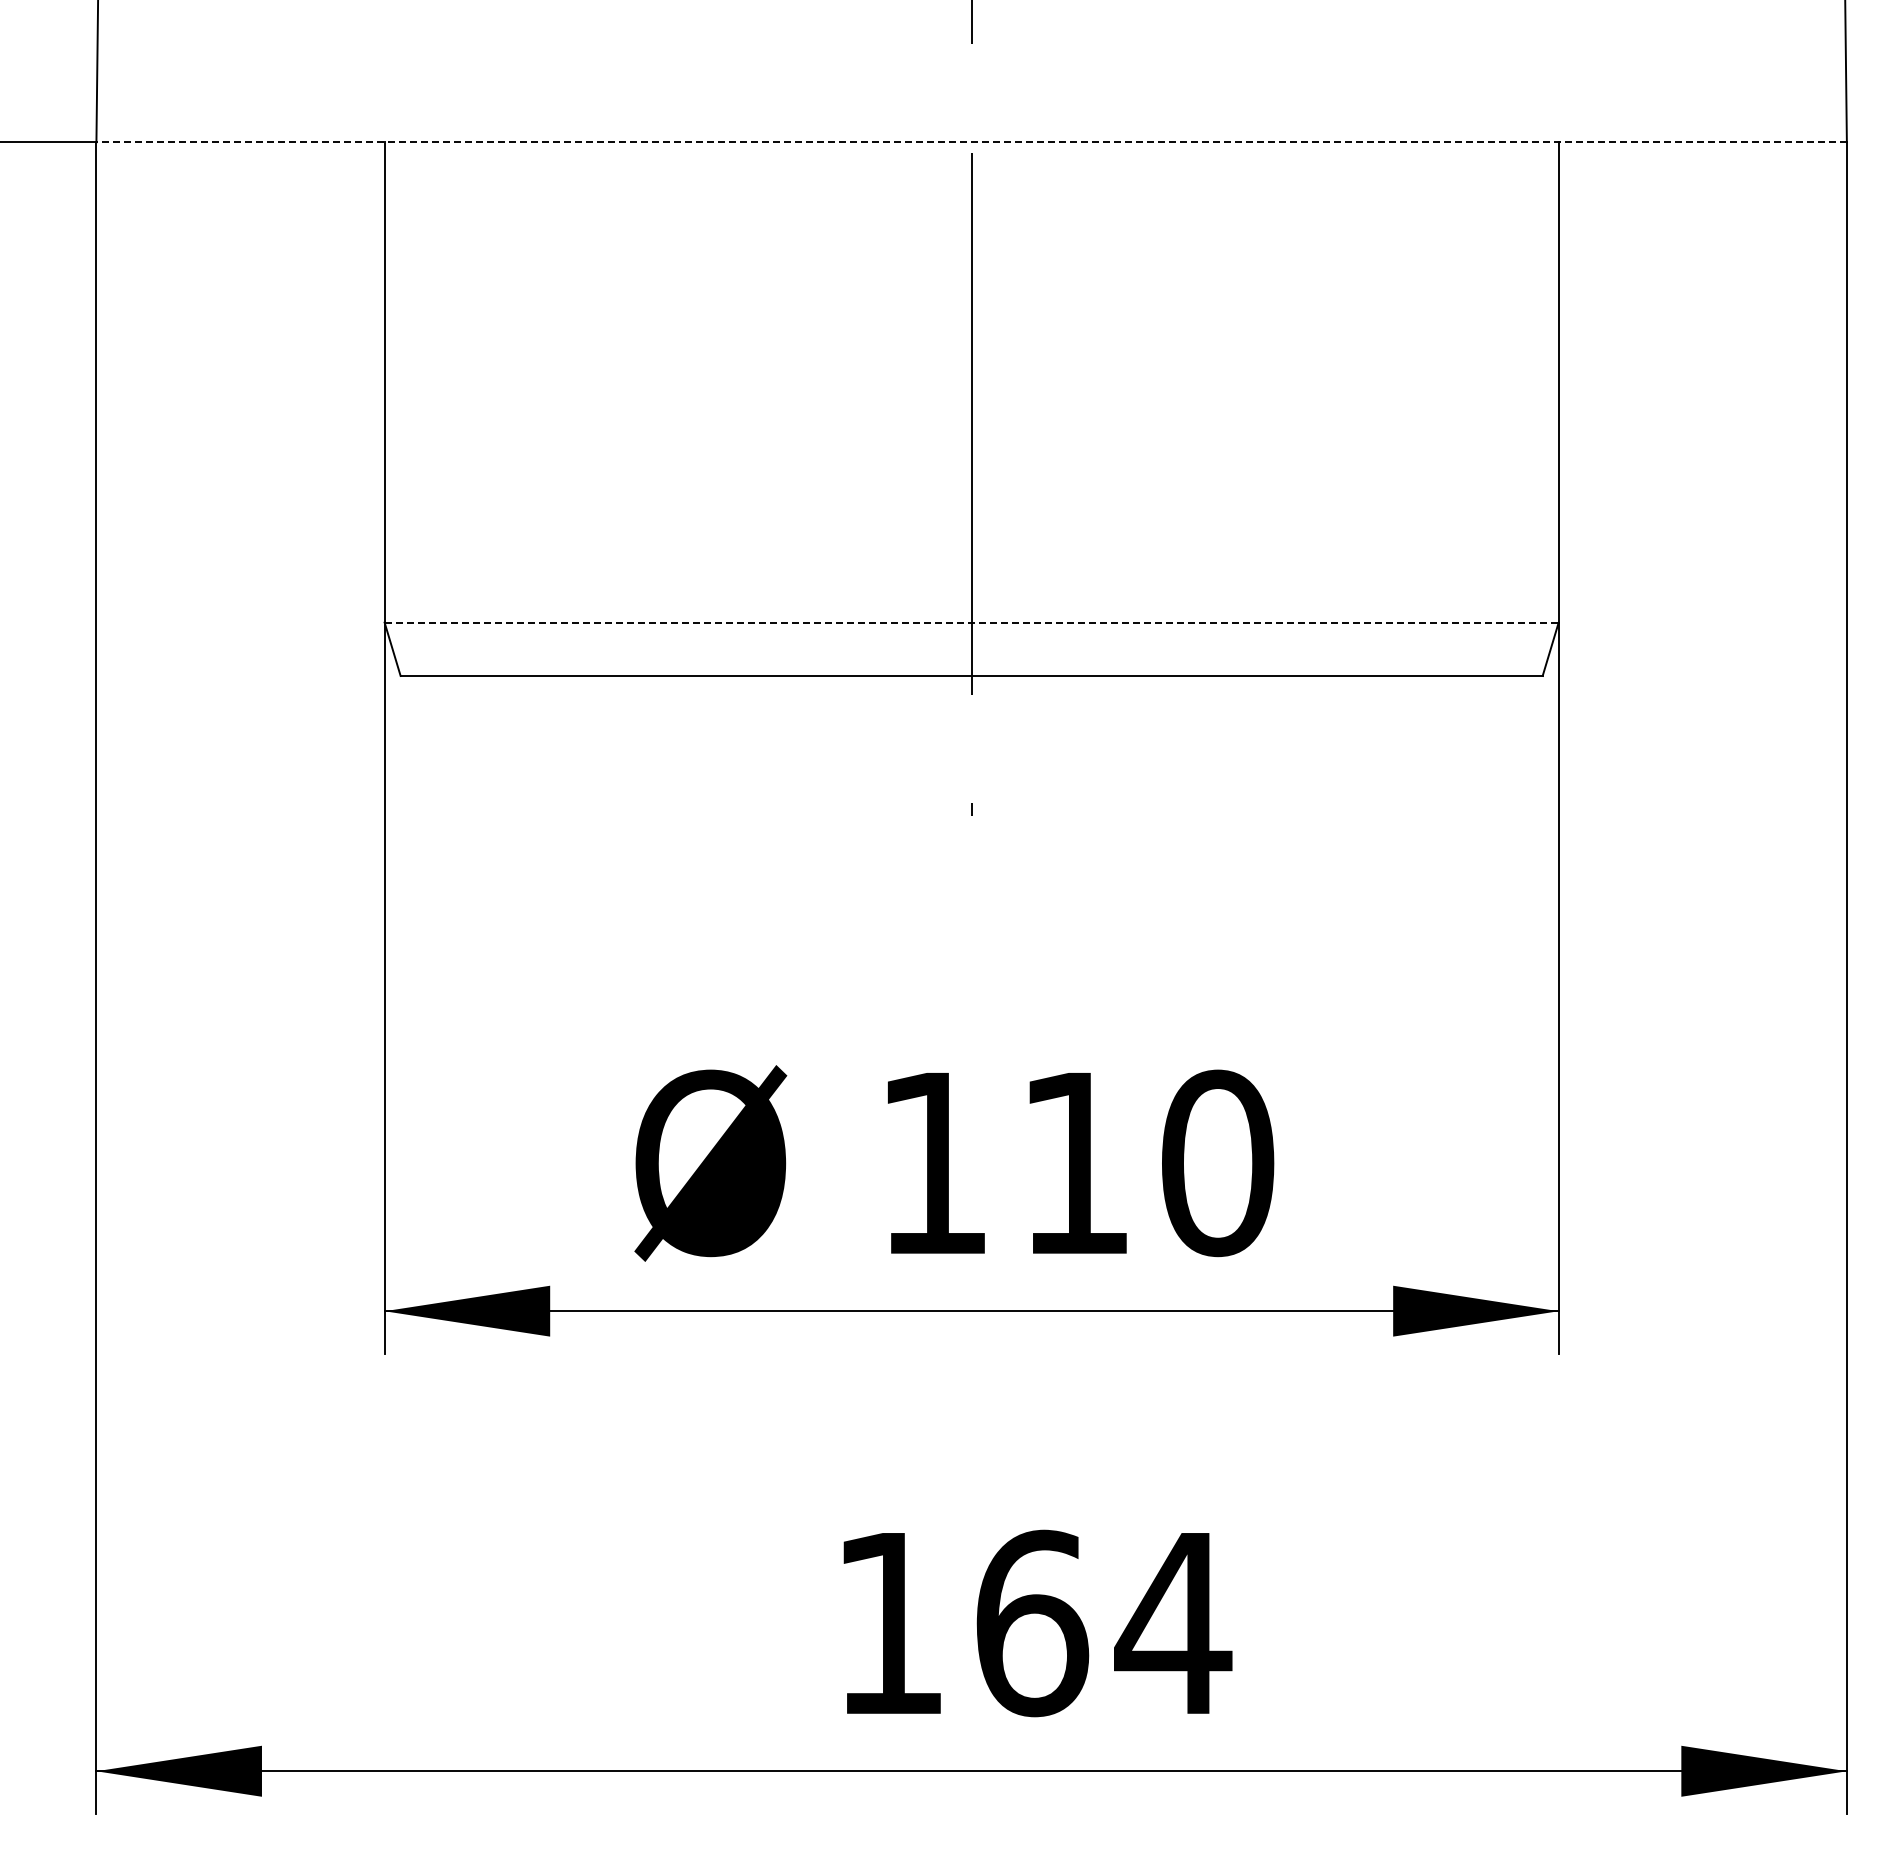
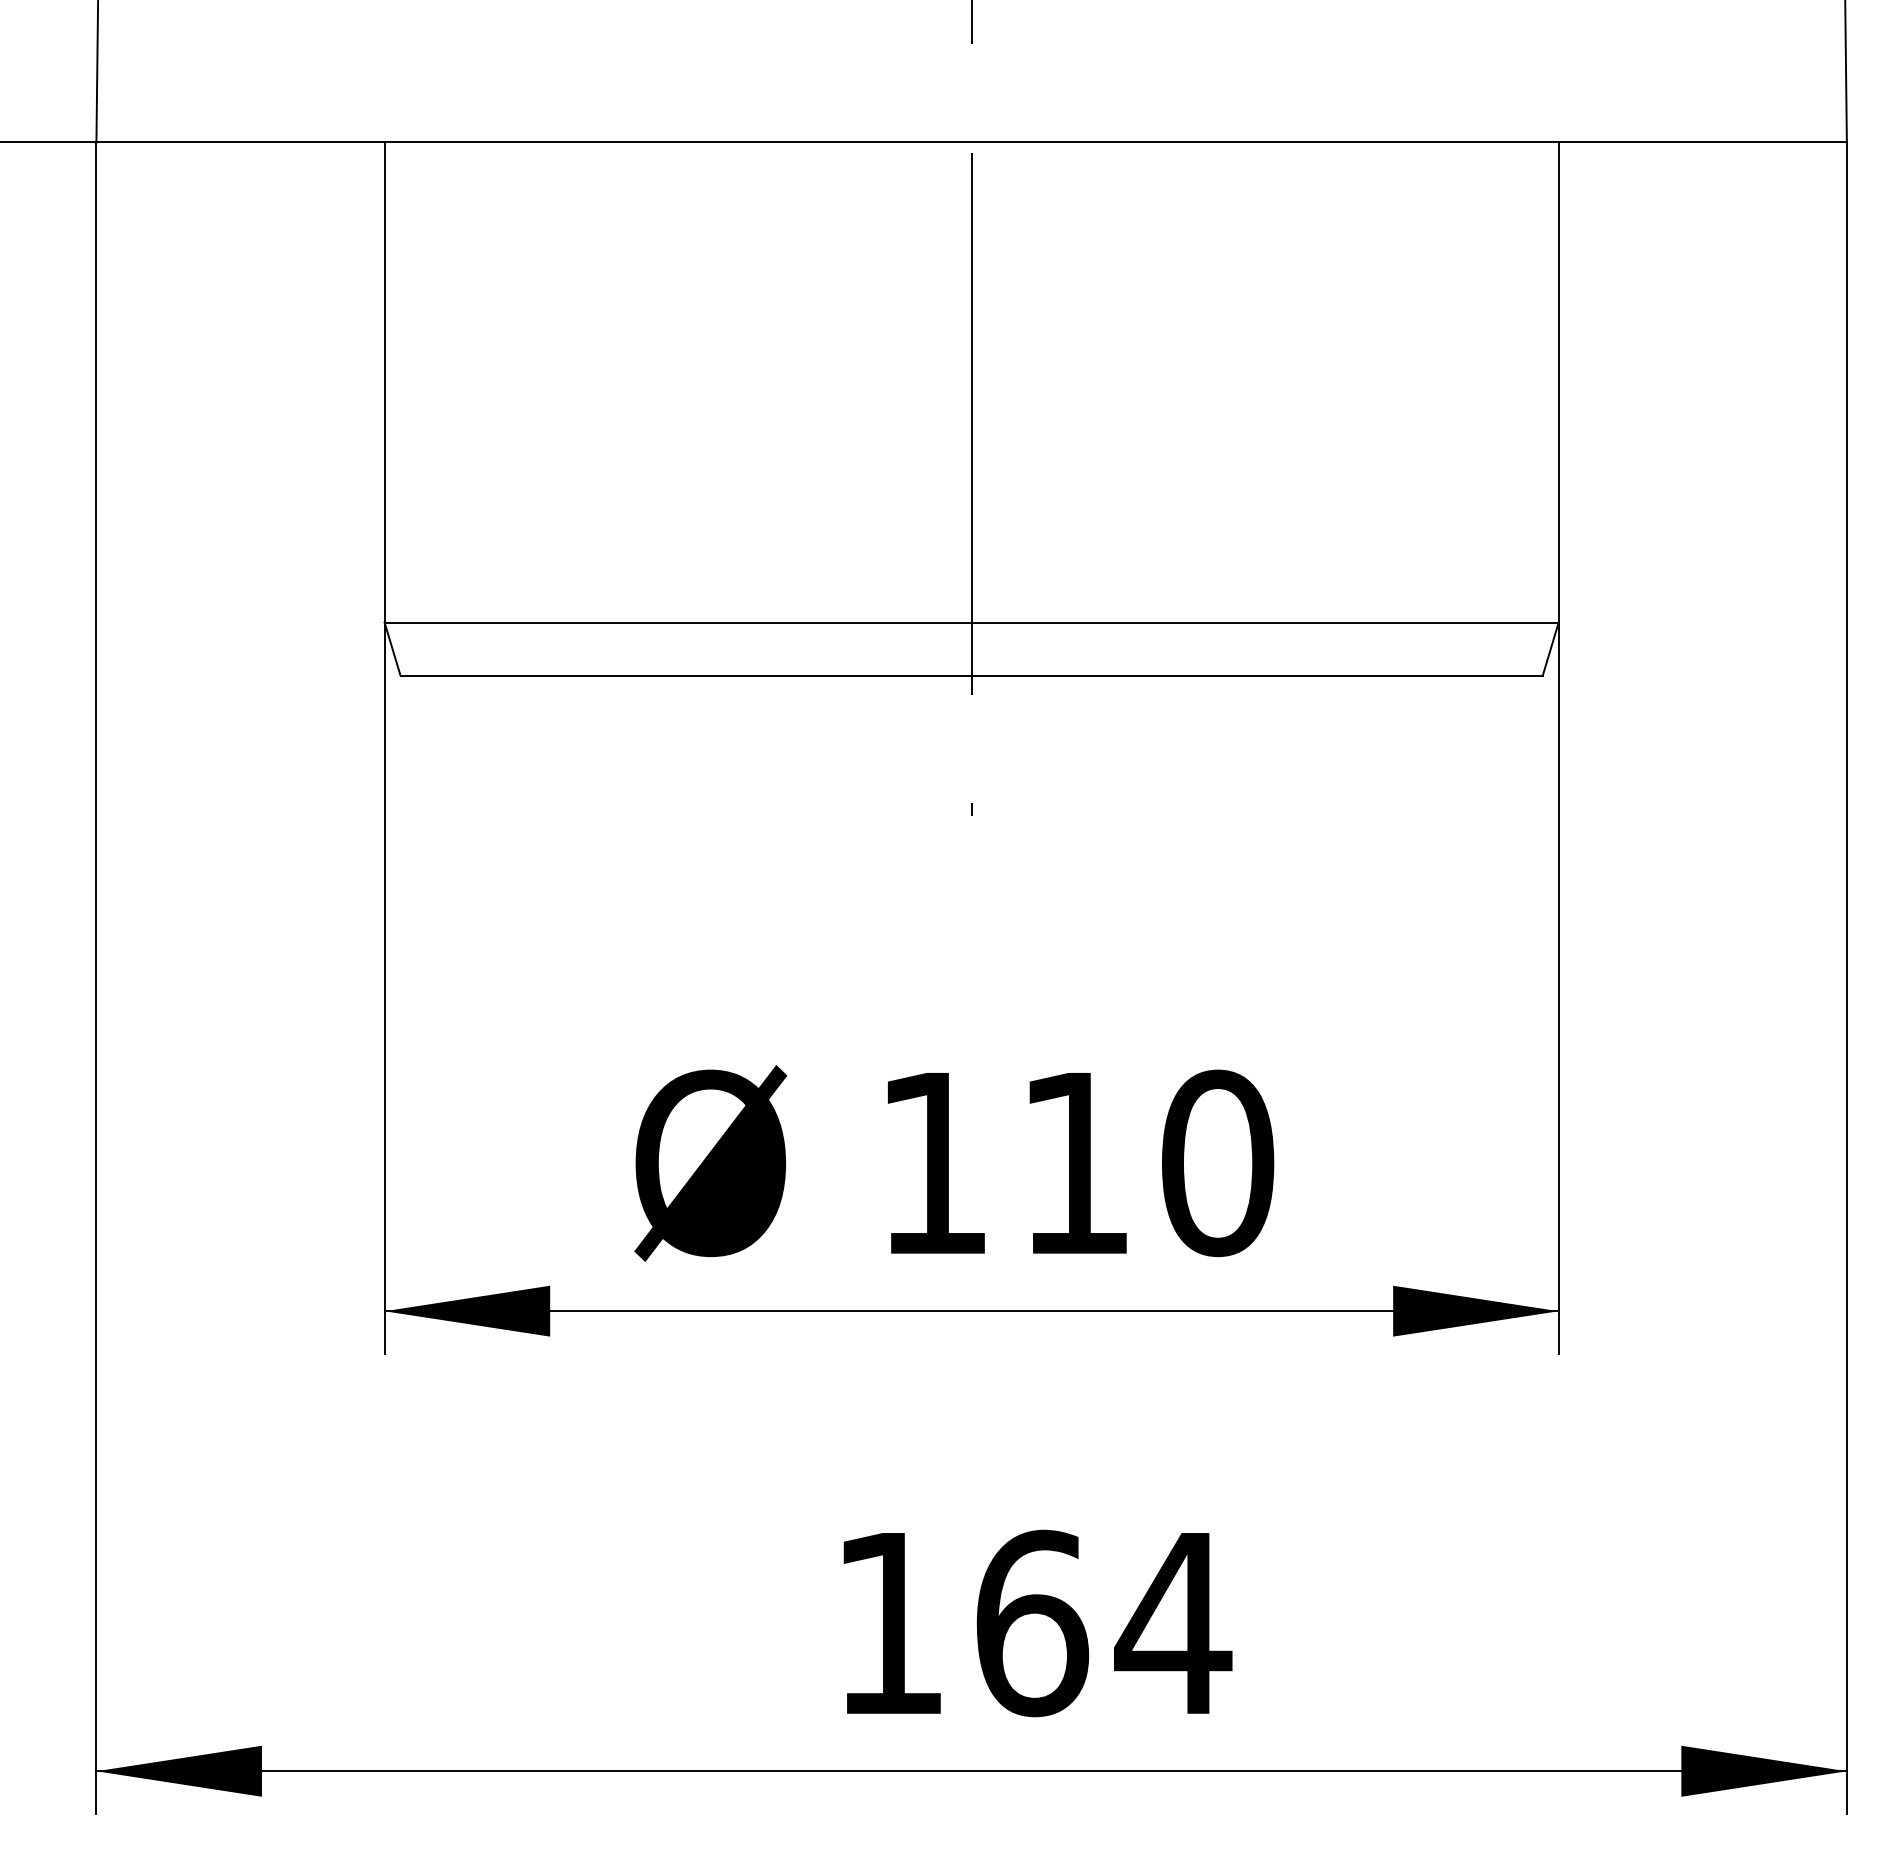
line at (971, 142): dashed -> solid
line at (972, 622): dashed -> solid
